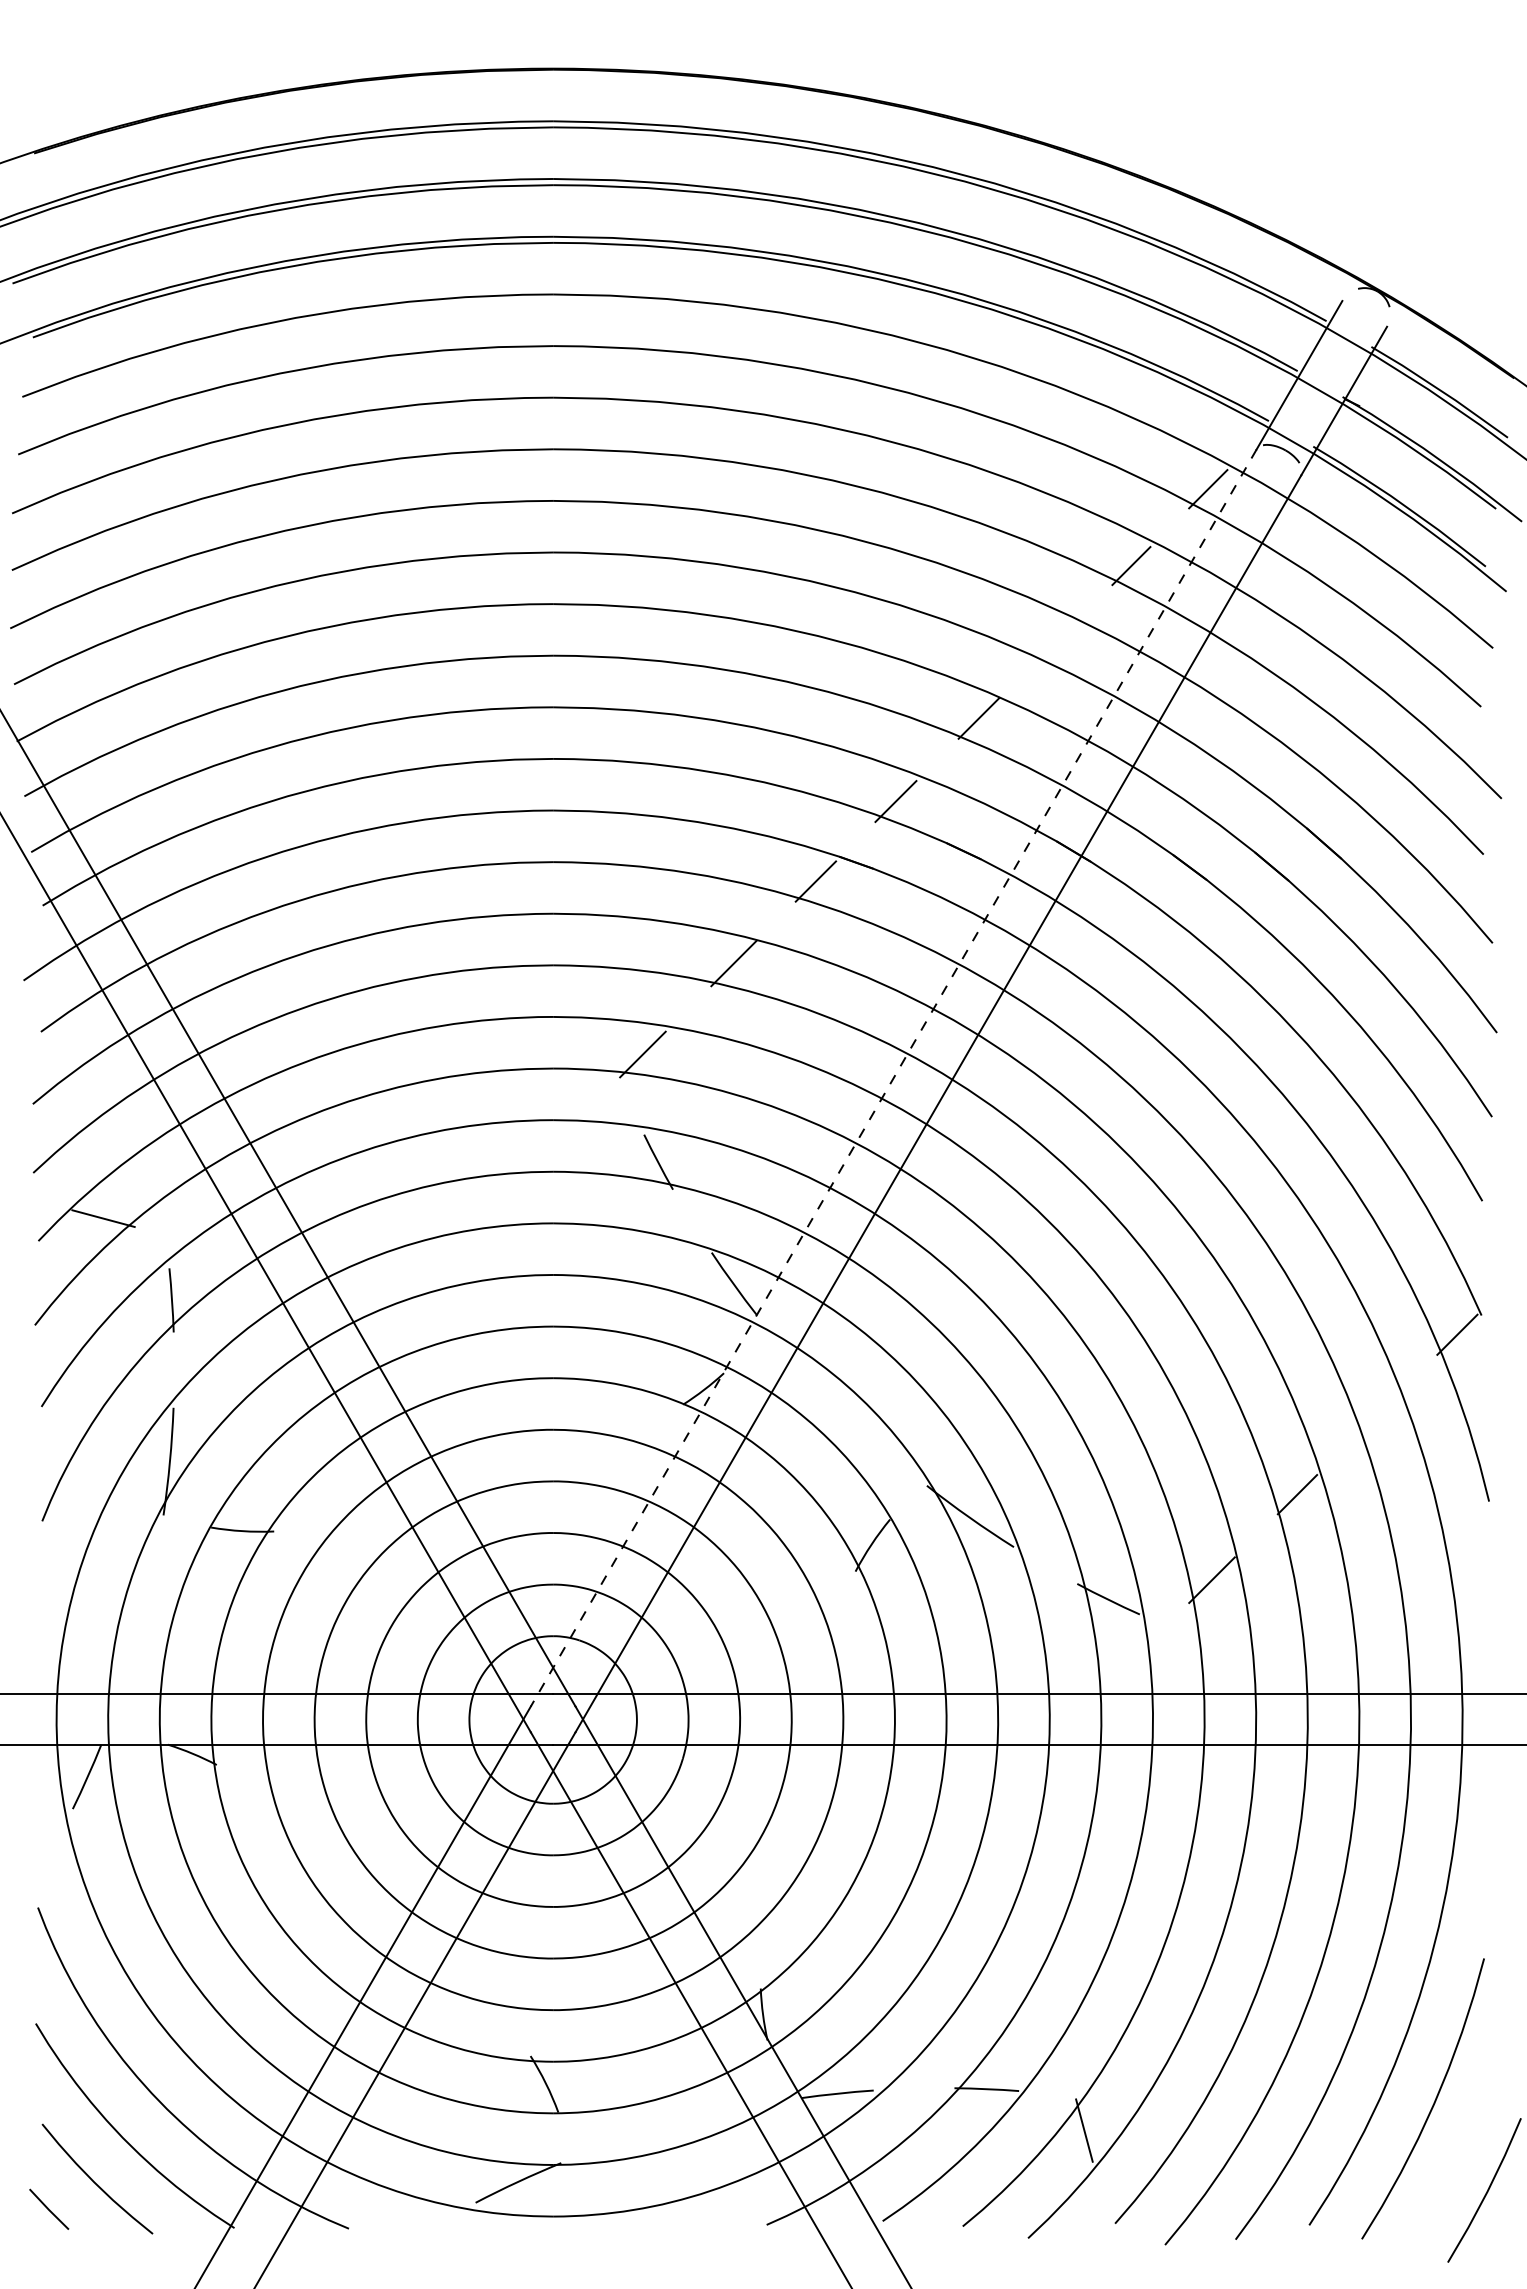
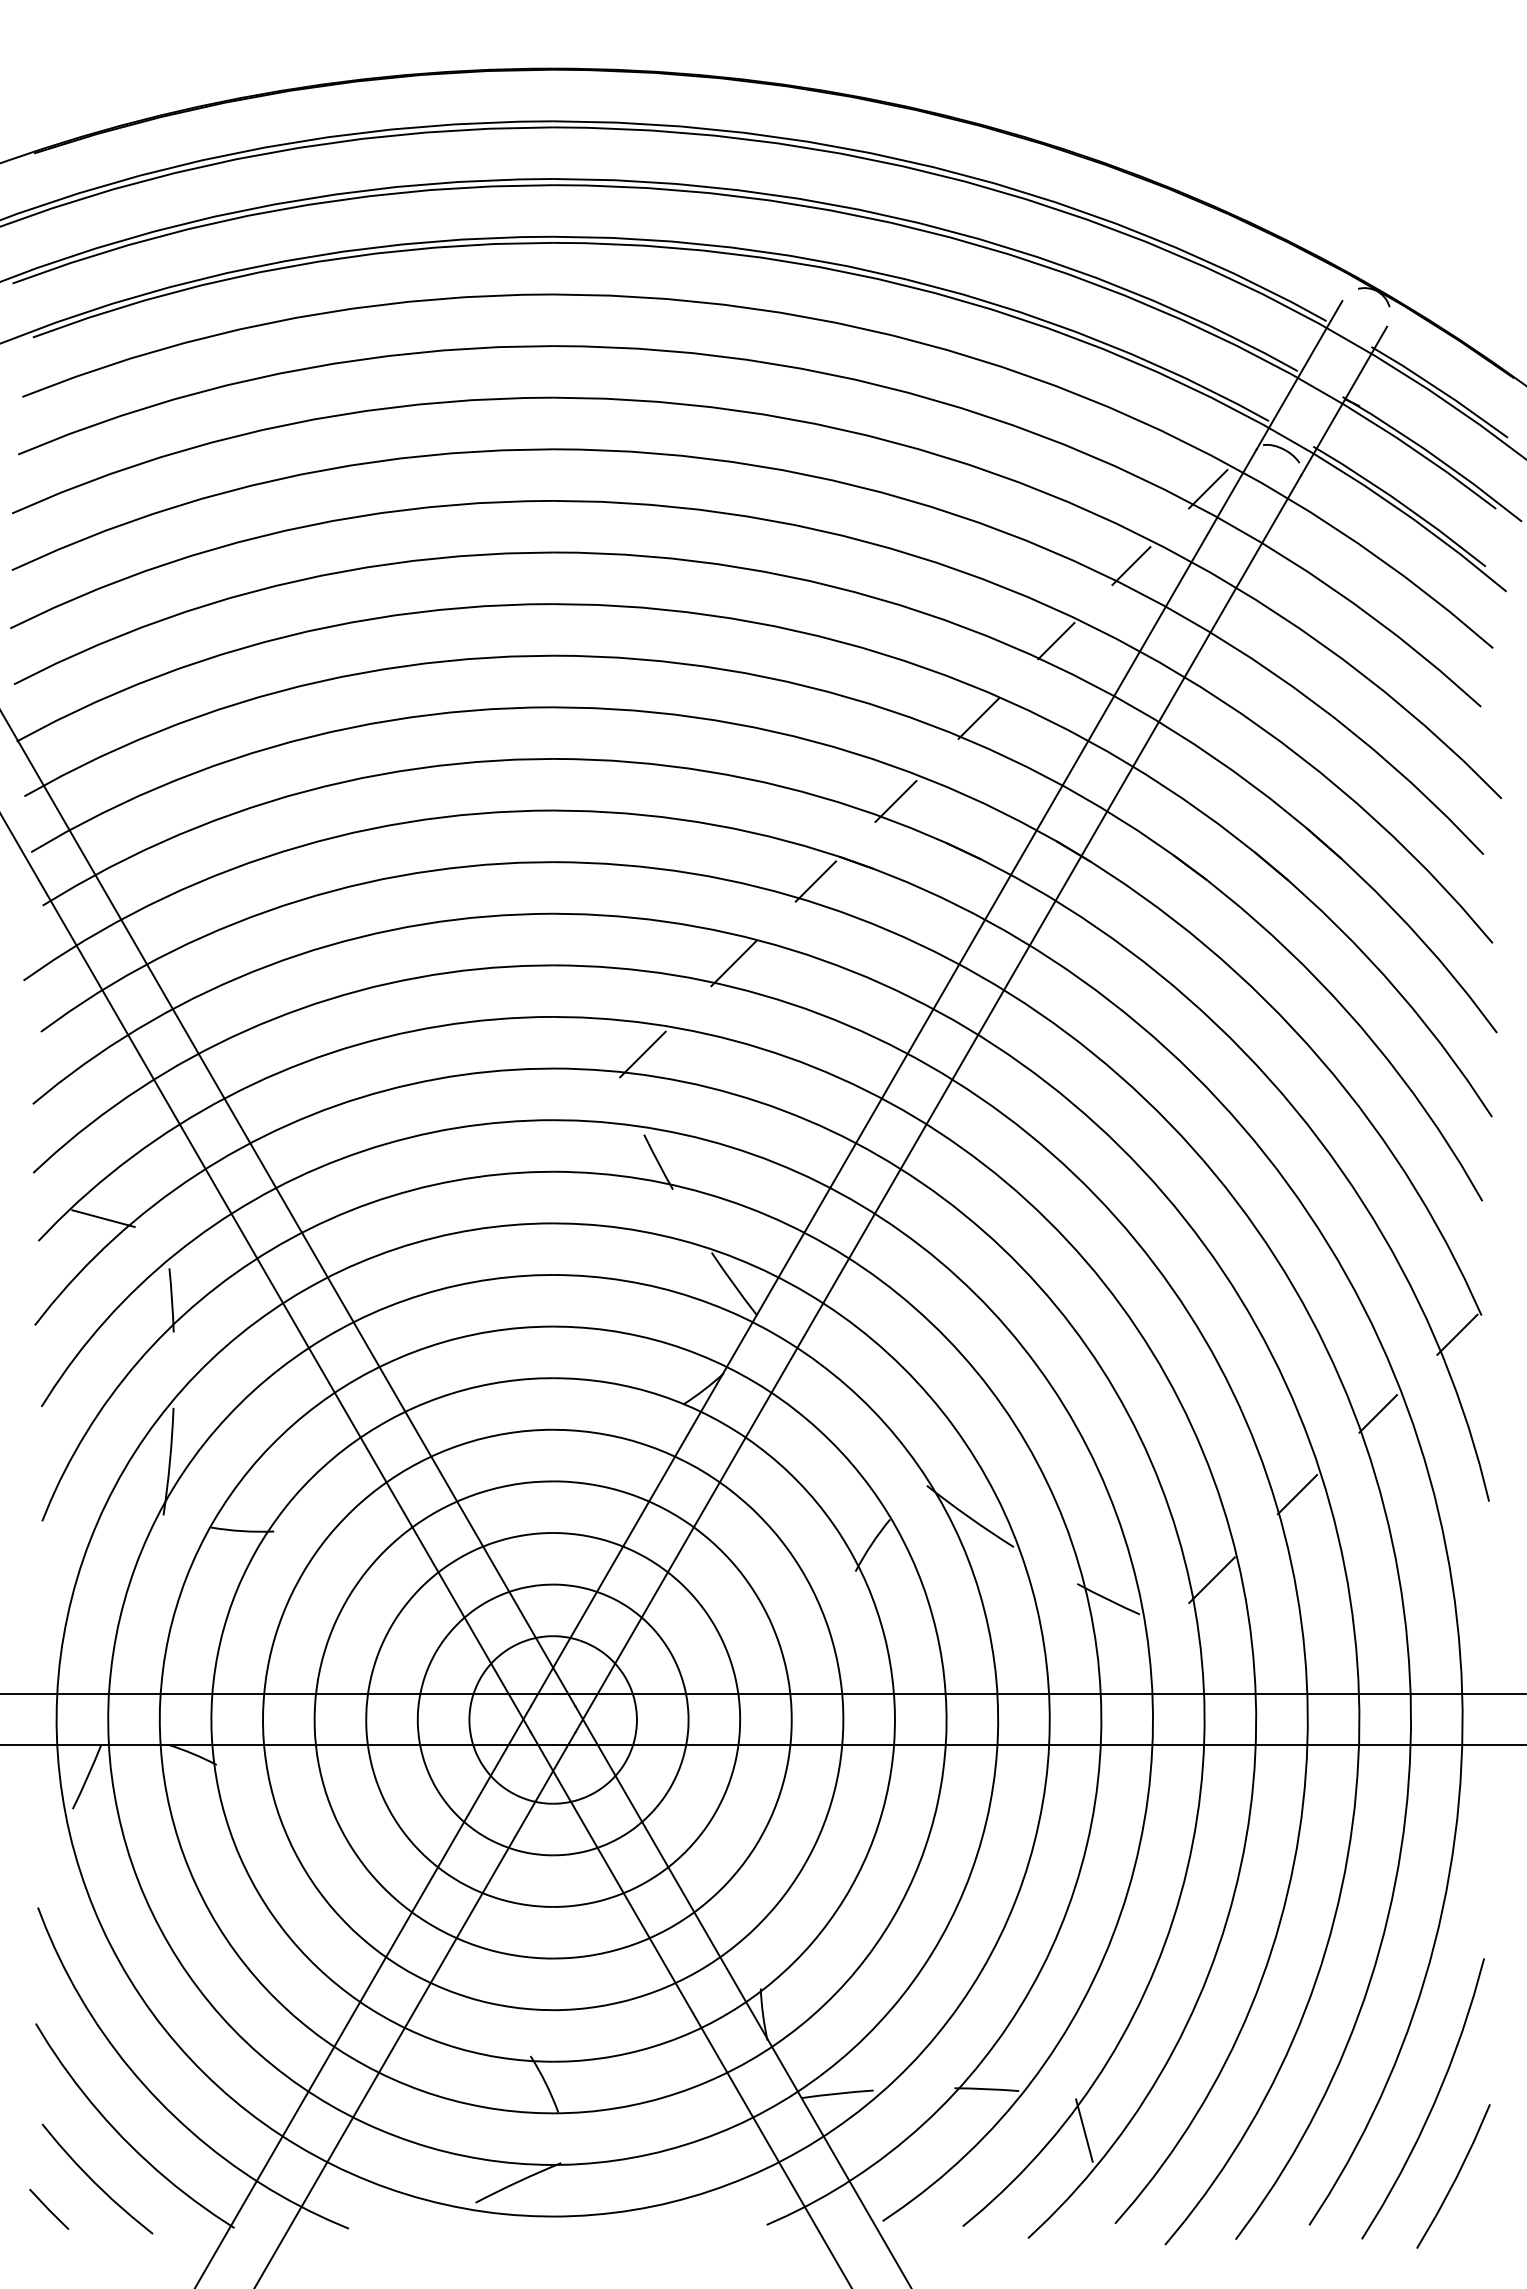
line at (1056, 641): none -> present
line at (893, 1078): dashed -> solid
line at (1377, 1413): none -> present
line at (1486, 2191) position: (1486, 2191) -> (1455, 2177)
